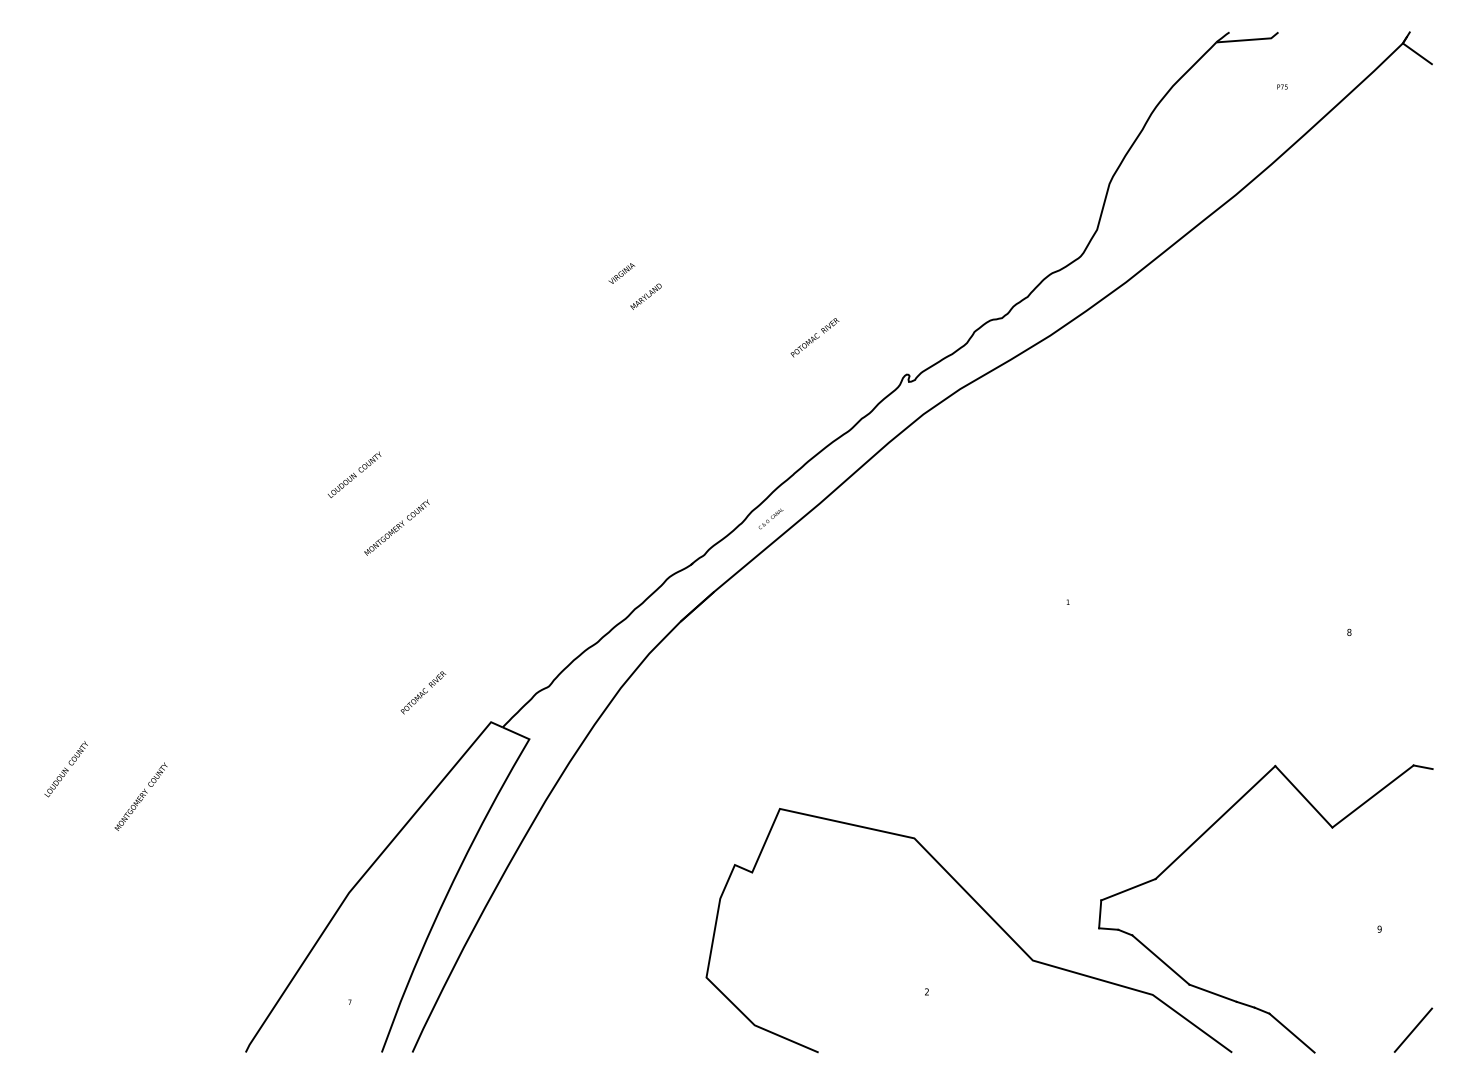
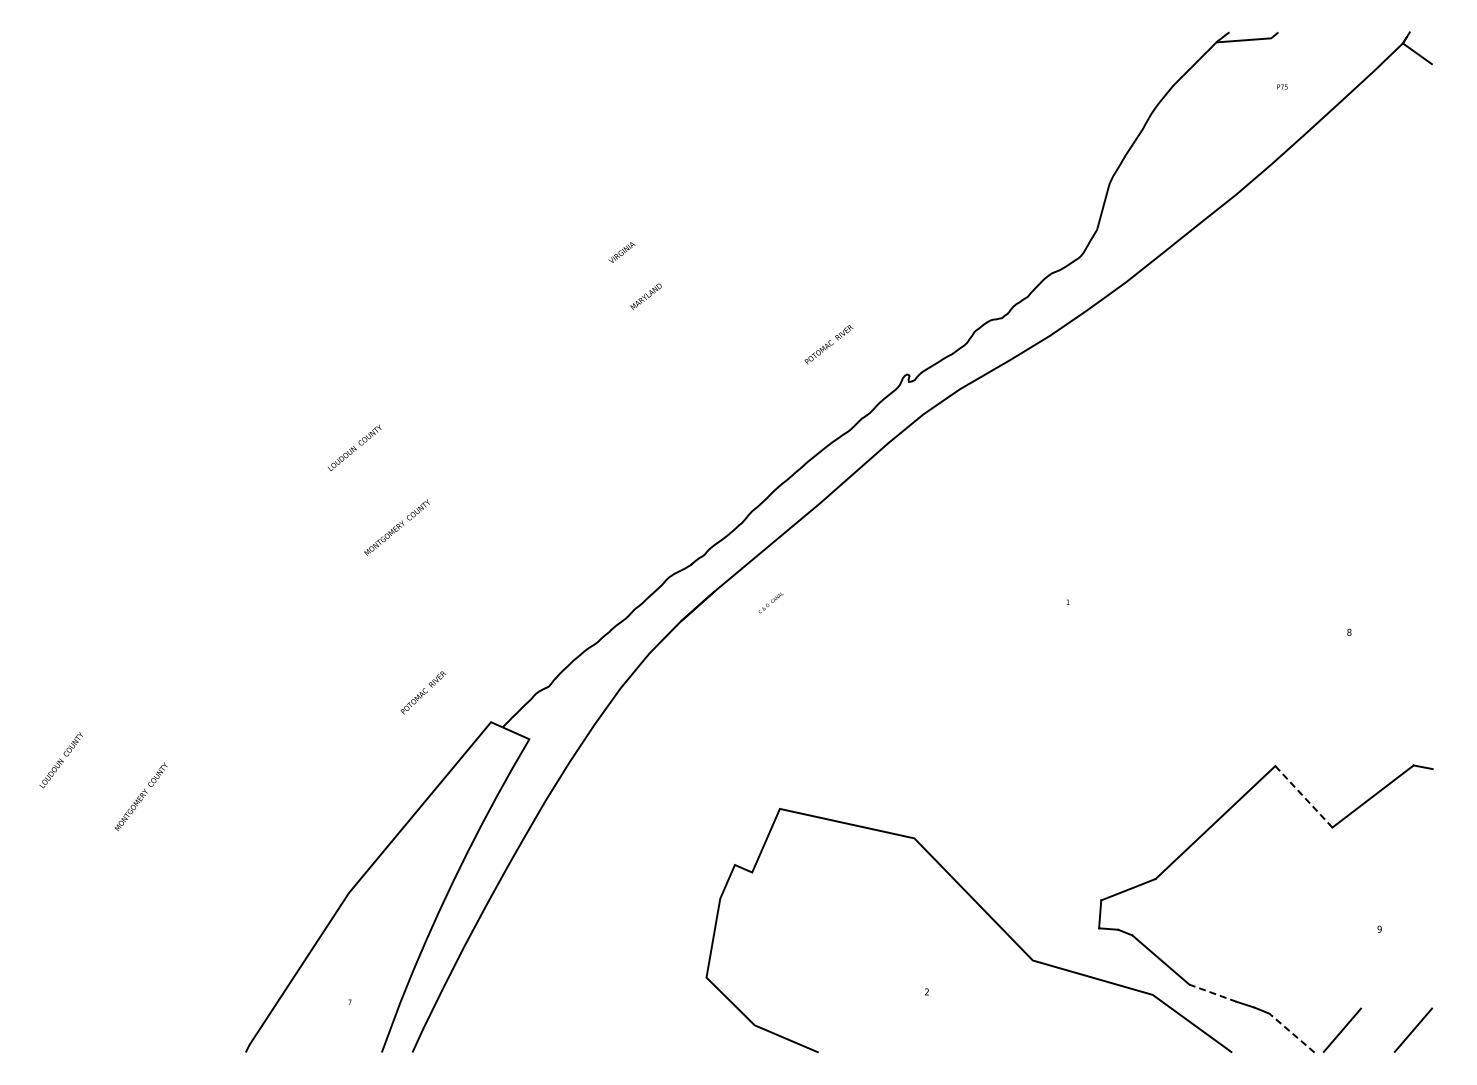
text at (621, 273) position: (621, 273) -> (621, 252)
text at (814, 337) position: (814, 337) -> (828, 344)
text at (354, 474) position: (354, 474) -> (354, 447)
text at (770, 518) position: (770, 518) -> (770, 602)
text at (65, 769) position: (65, 769) -> (60, 760)
line at (1303, 796): solid -> dashed
line at (1212, 993): solid -> dashed
line at (1342, 1029): none -> present
line at (1292, 1033): solid -> dashed
